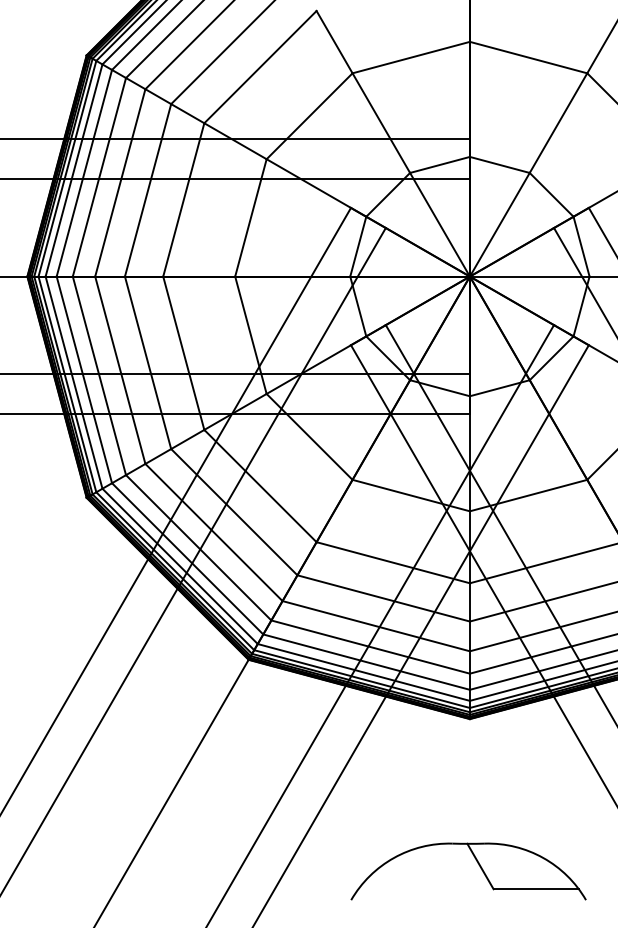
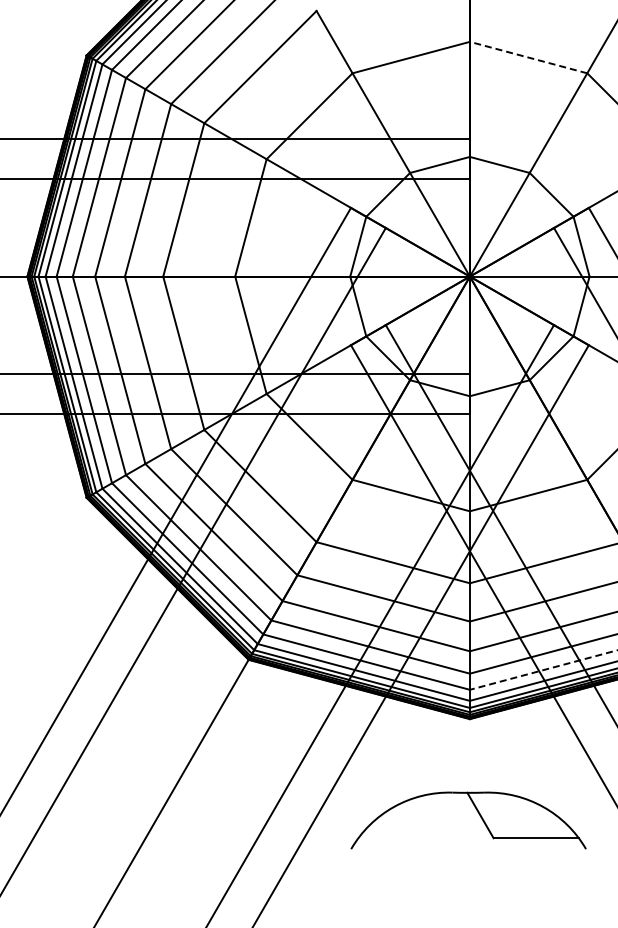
line at (528, 57): solid -> dashed
line at (543, 670): solid -> dashed
part at (478, 865) position: (478, 865) -> (478, 814)
